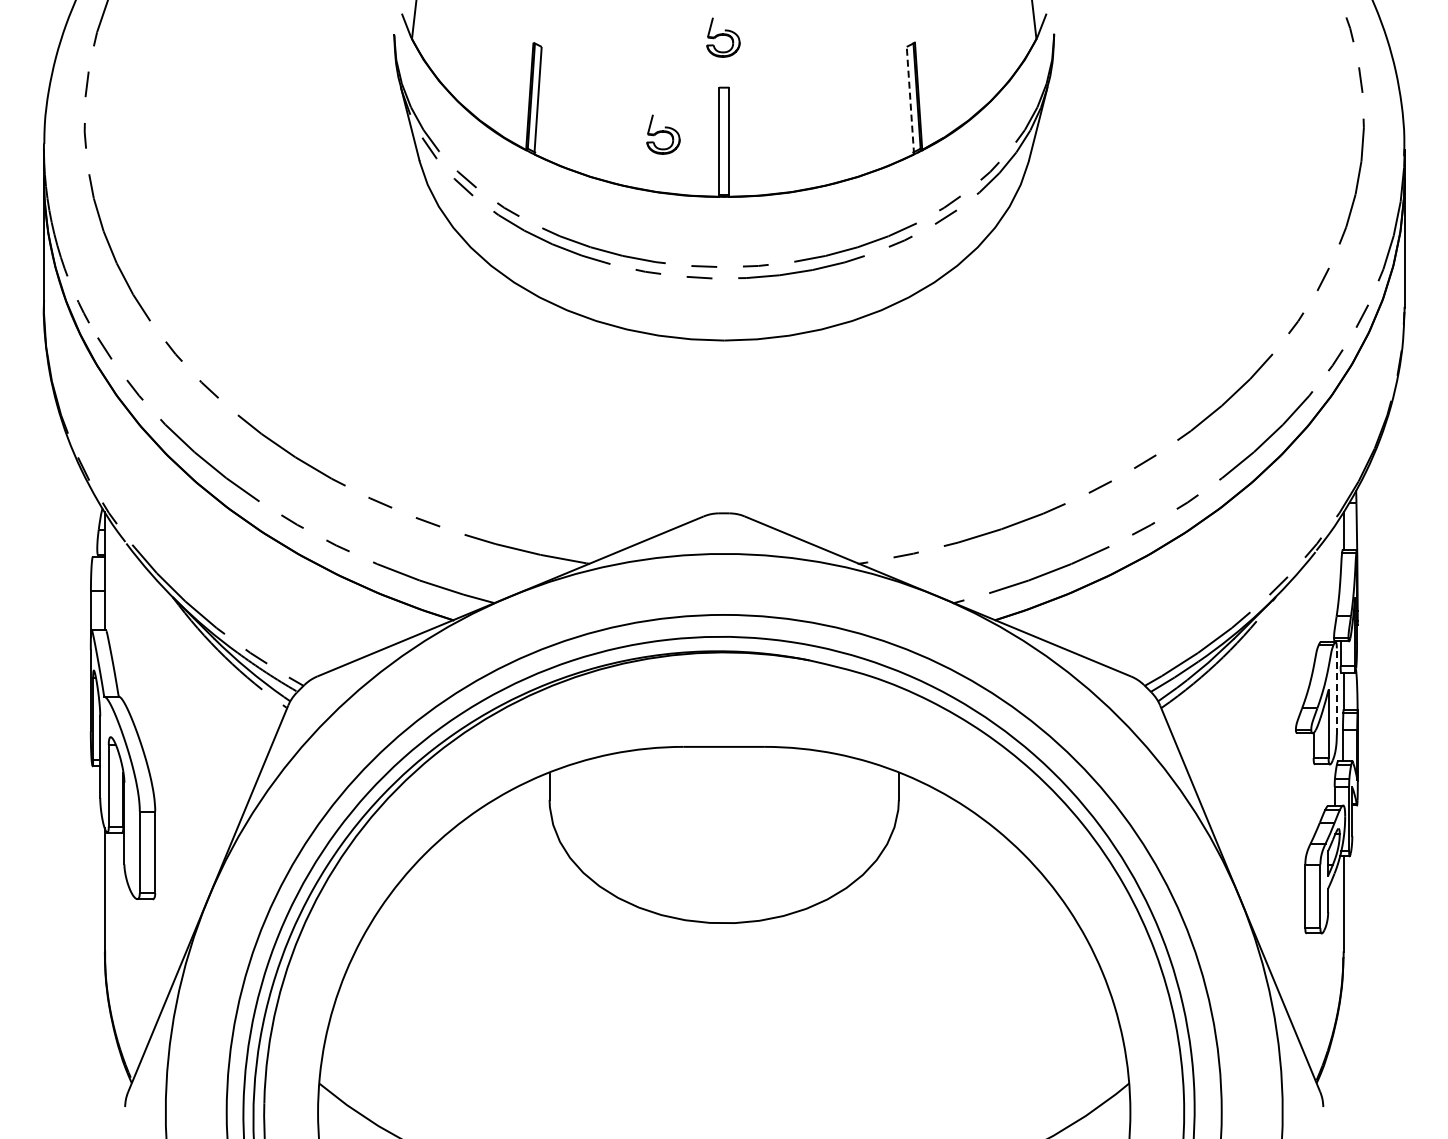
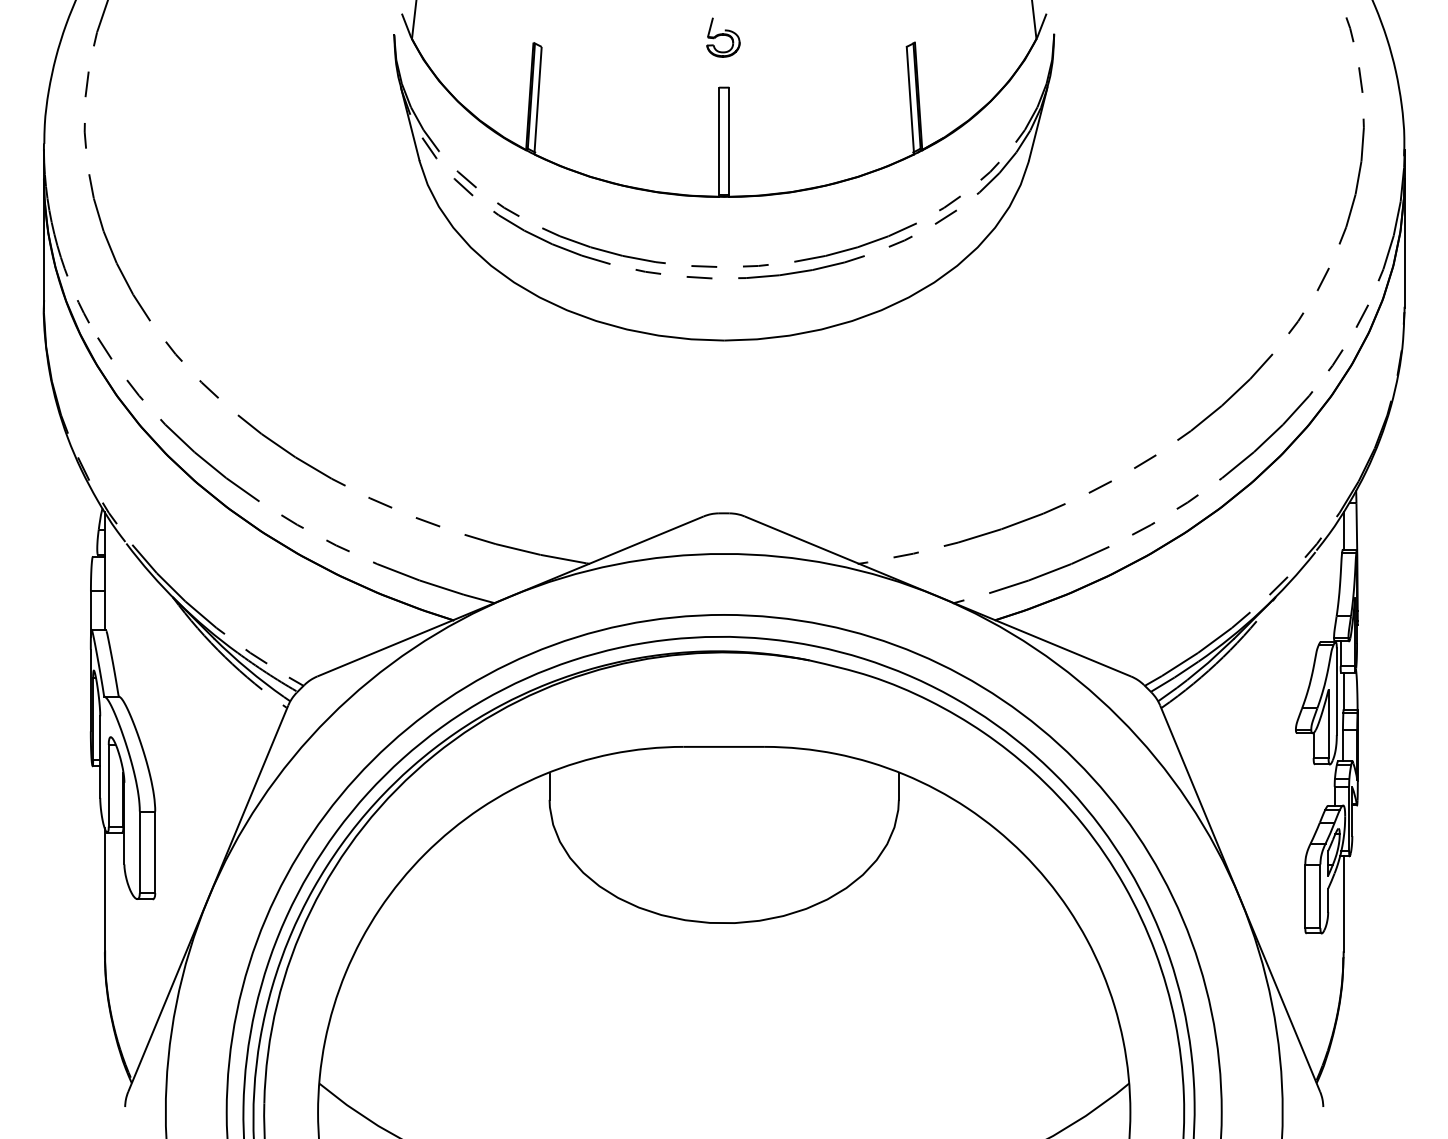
line at (910, 100): dashed -> solid
part at (663, 134): present -> none
line at (1336, 691): dashed -> solid
